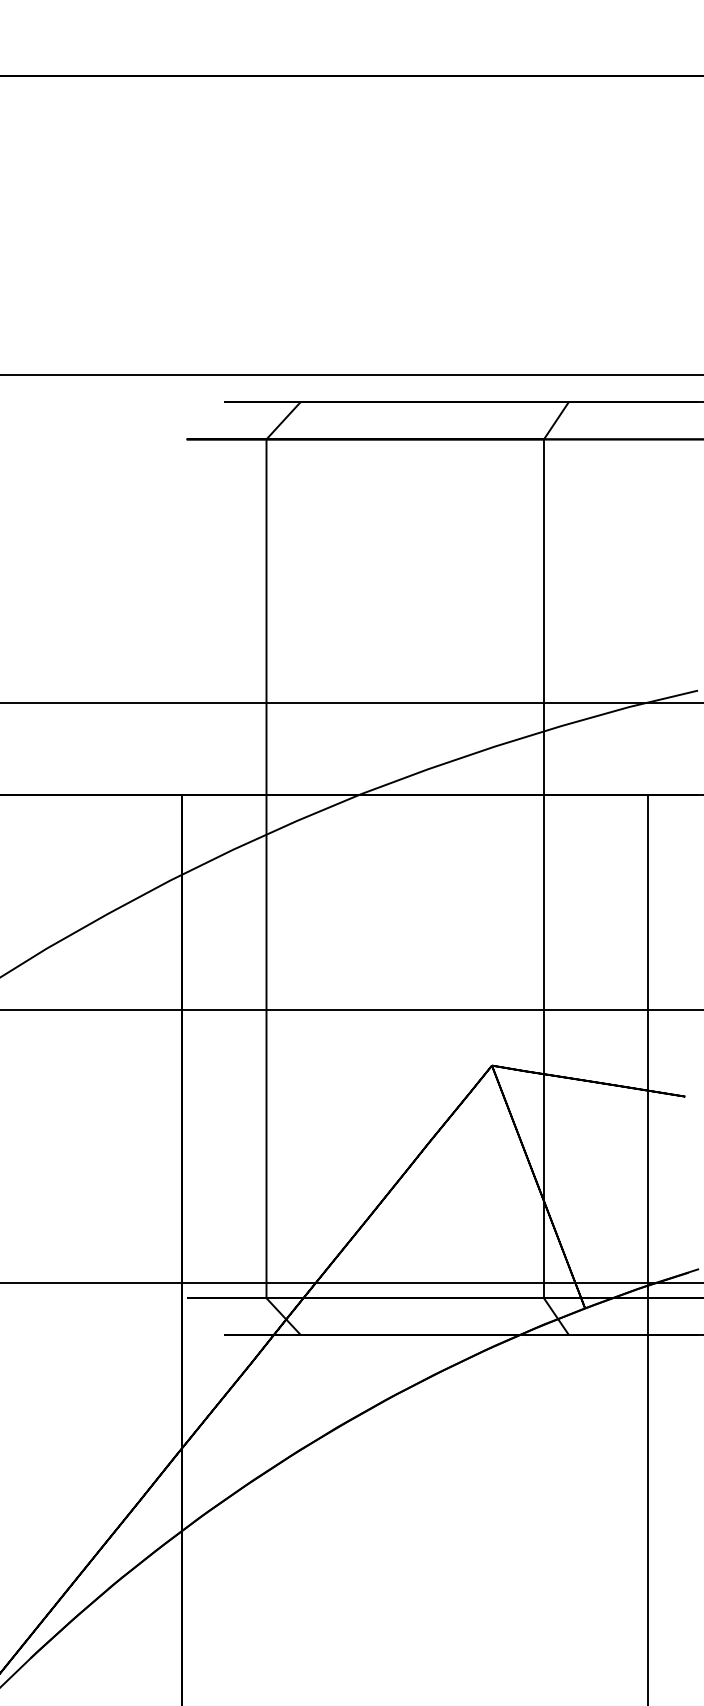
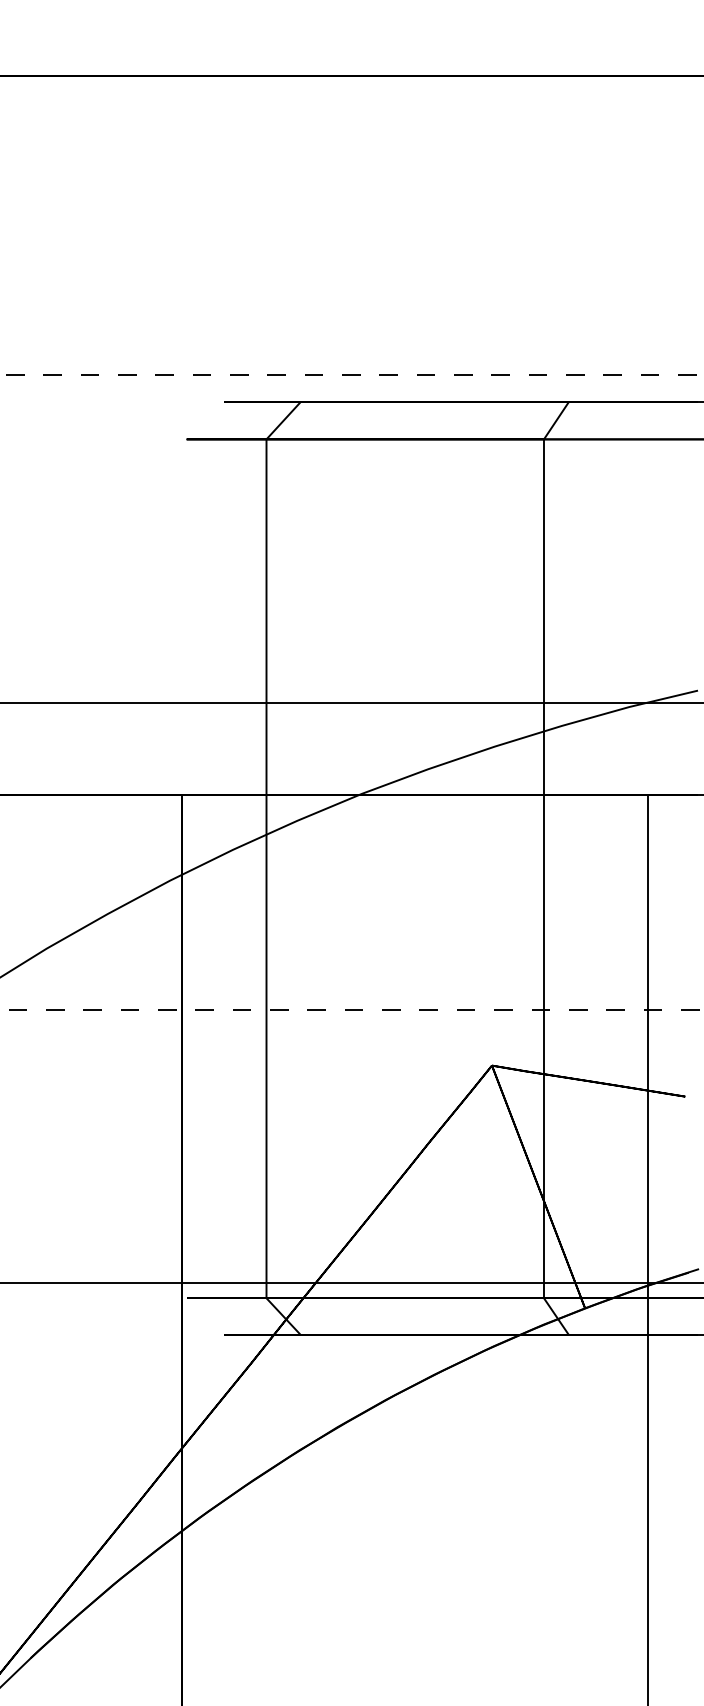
line at (351, 374): solid -> dashed
line at (351, 1010): solid -> dashed
